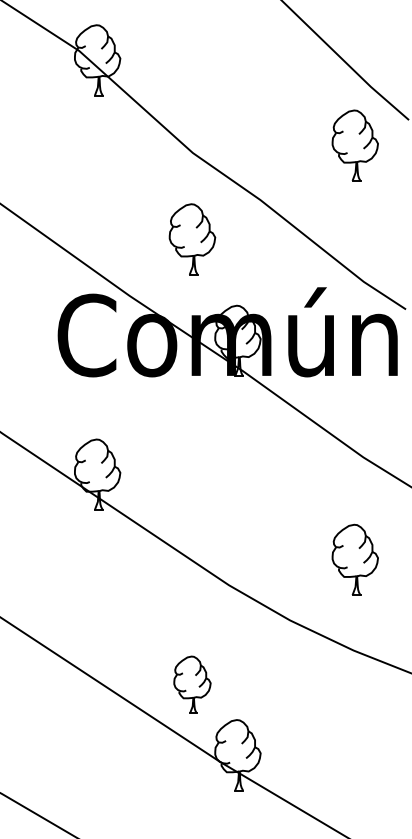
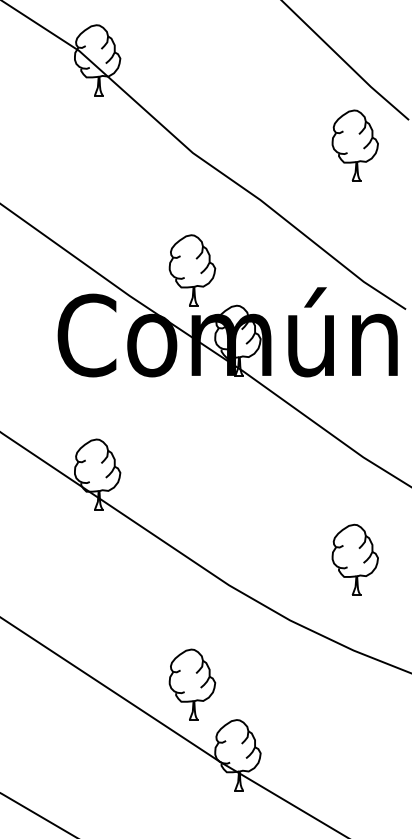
part at (192, 239) position: (192, 239) -> (192, 270)
part at (192, 684) size: 39x59 px -> 49x73 px
